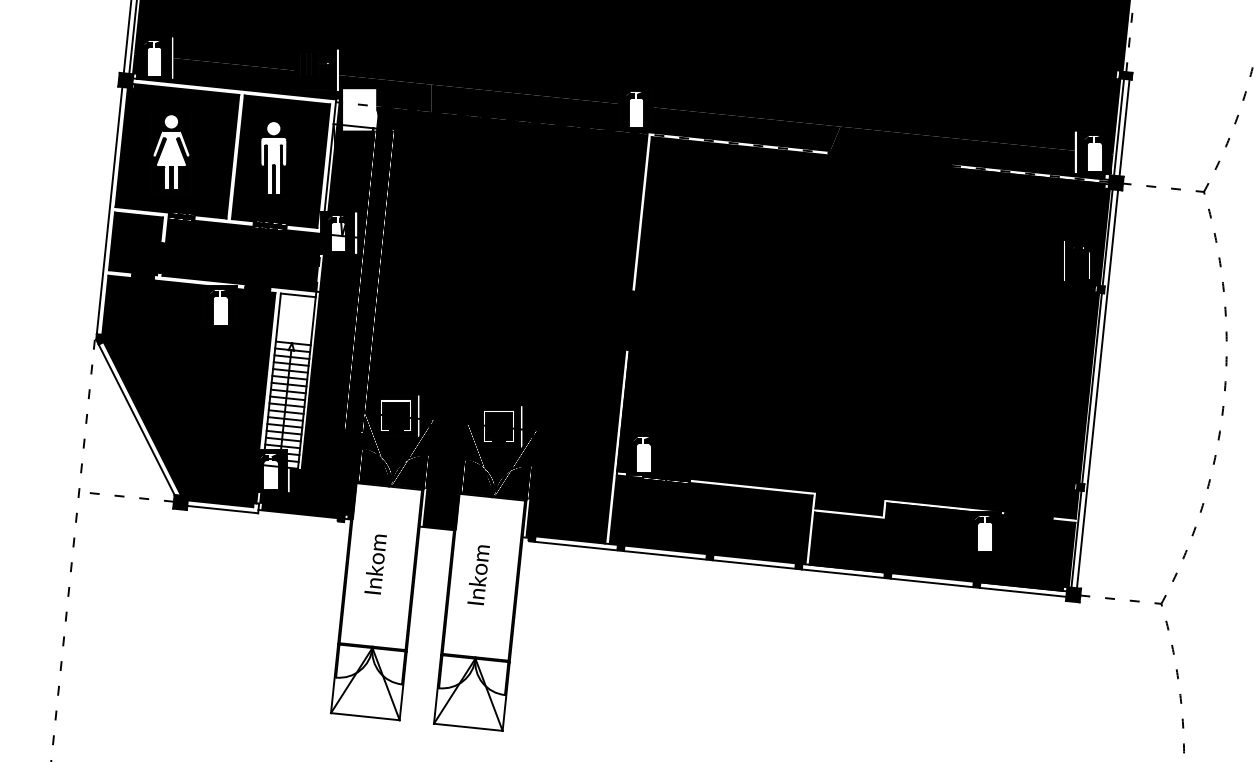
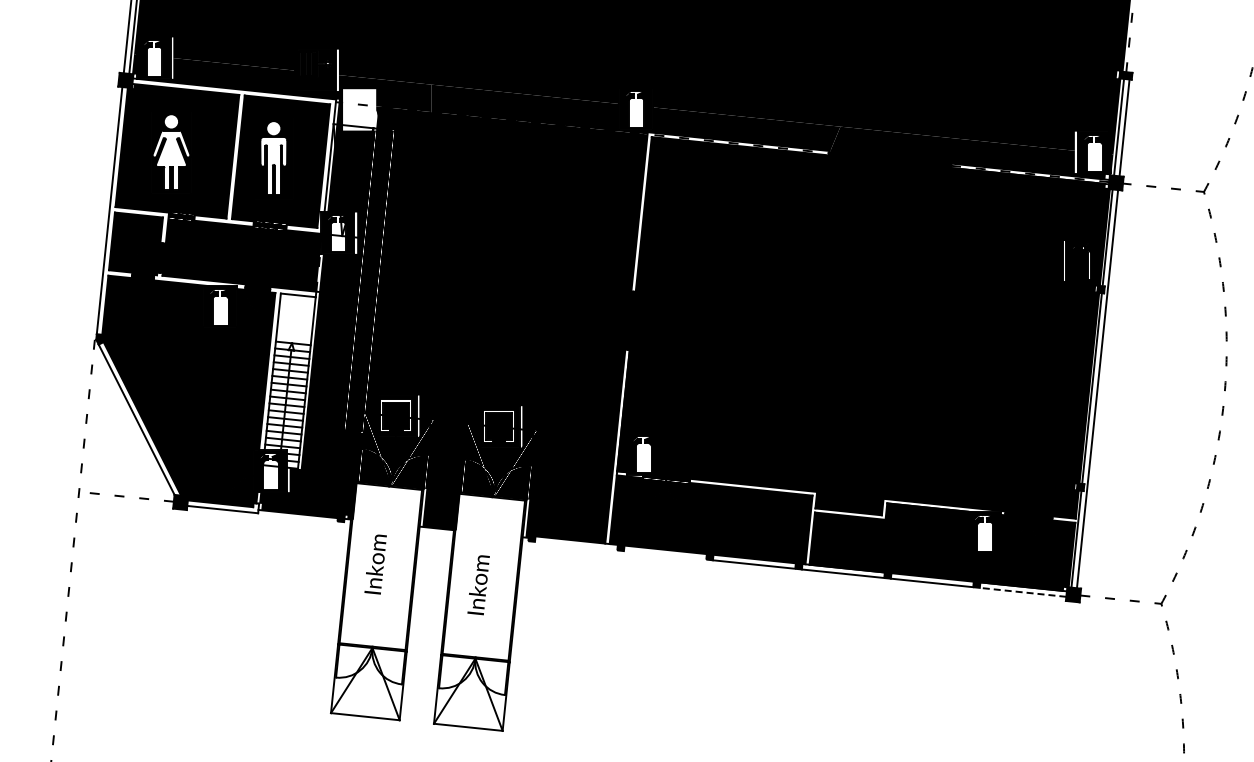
line at (575, 545): present -> none
line at (664, 555): present -> none
text at (478, 575) position: (478, 575) -> (478, 585)
line at (1022, 592): solid -> dashed
